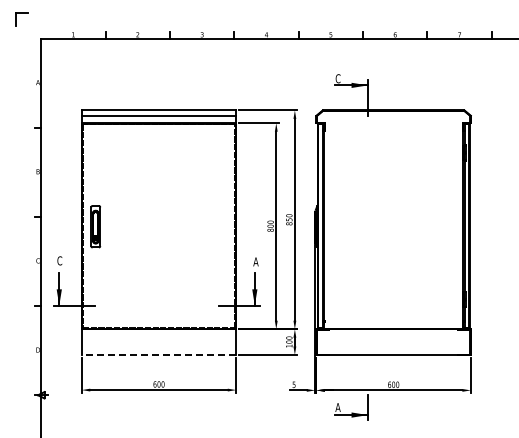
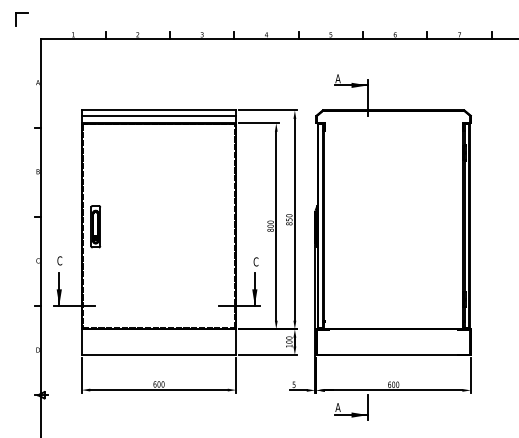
text at (337, 78): C -> A
text at (255, 261): A -> C
line at (158, 354): dashed -> solid
